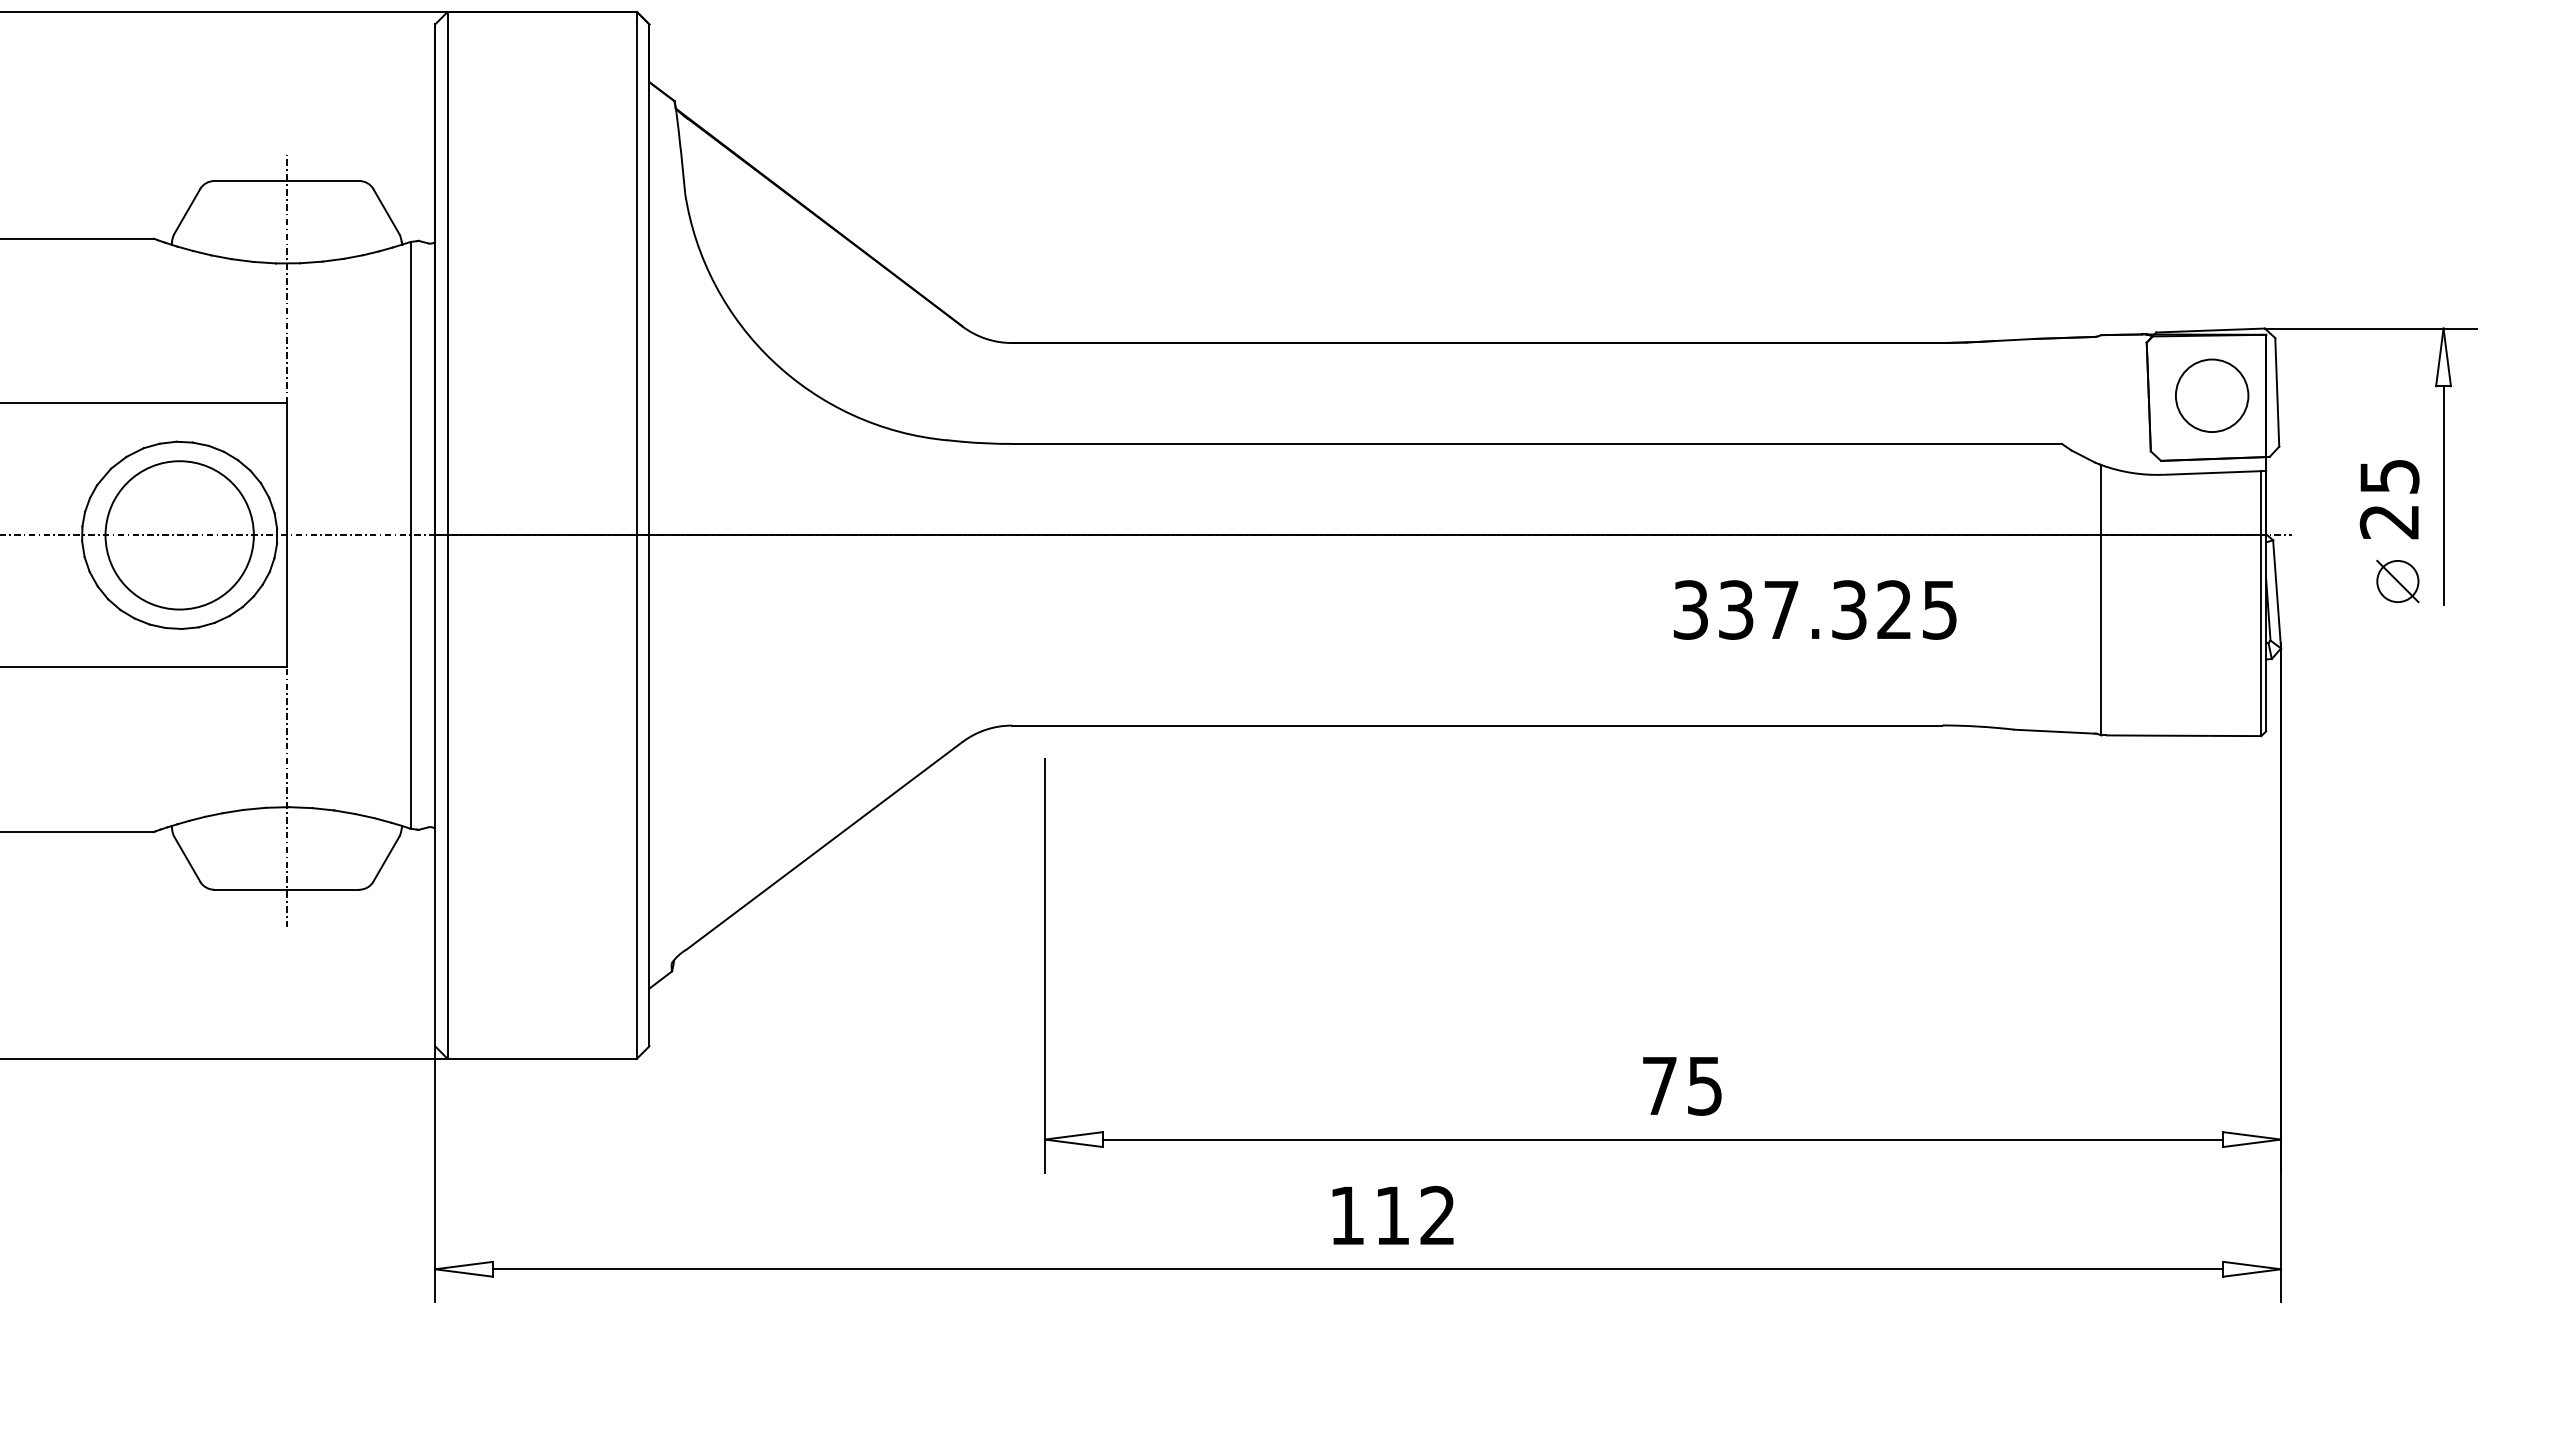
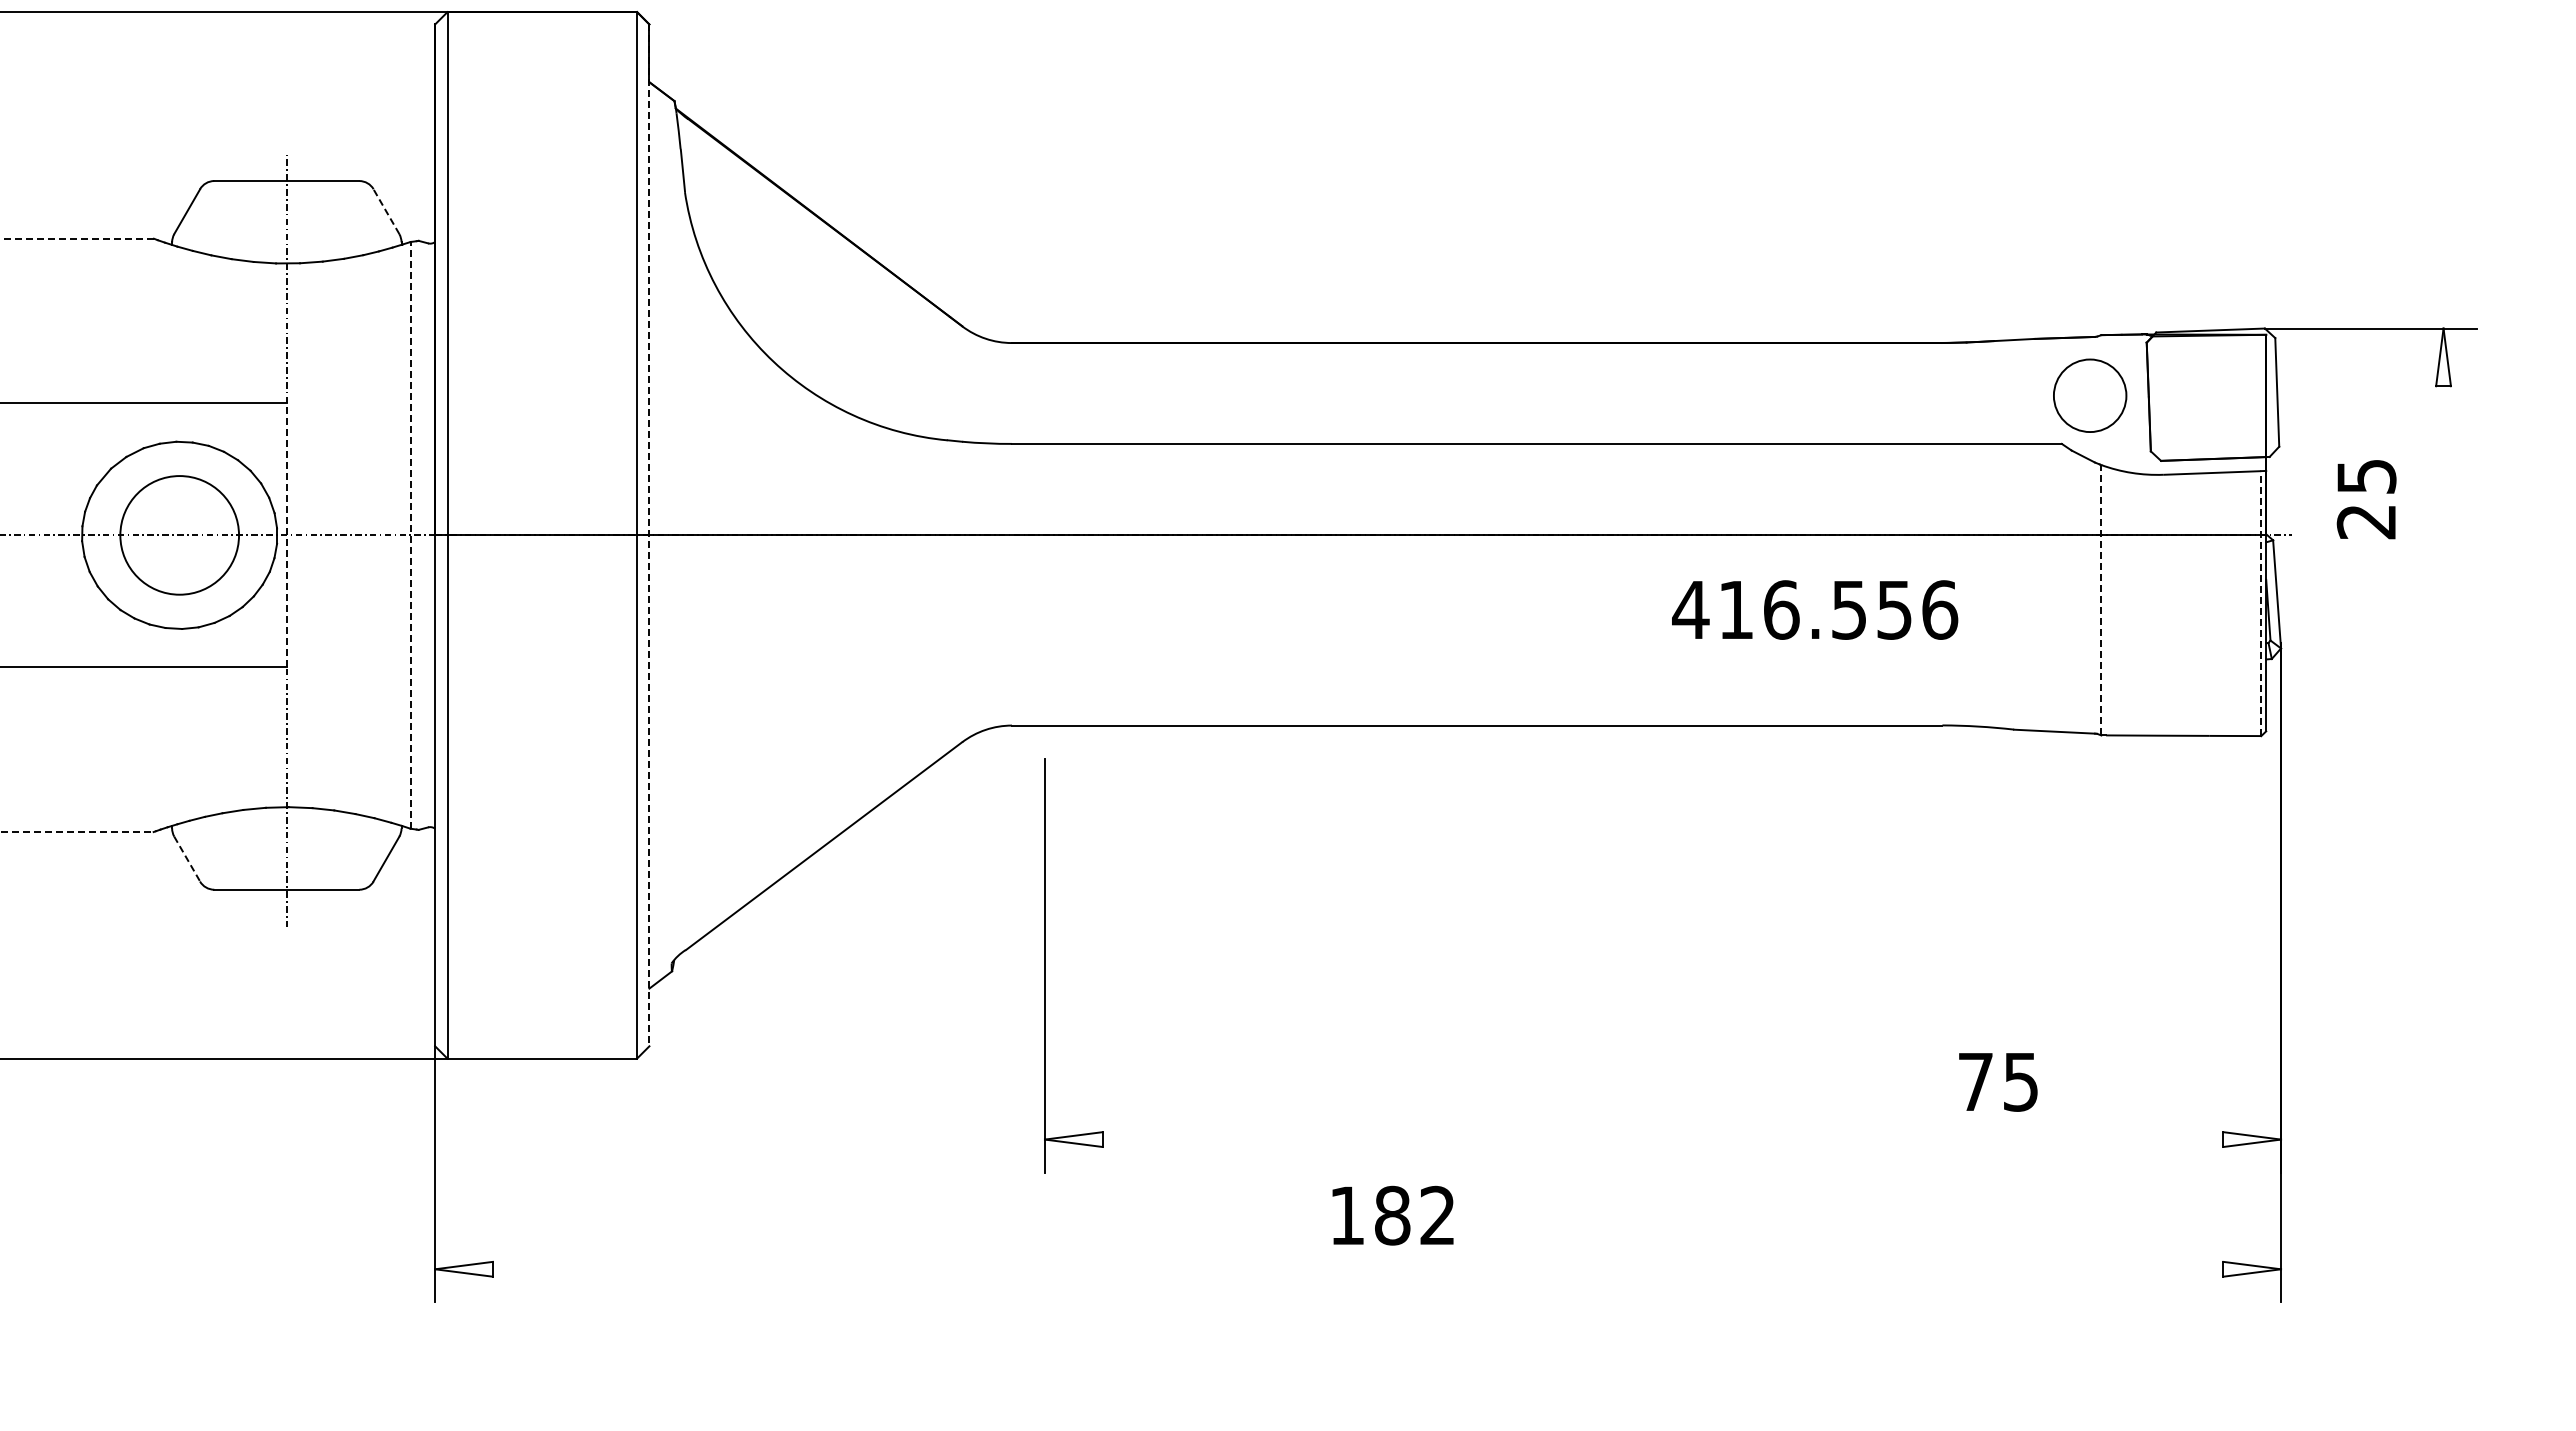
line at (386, 211): solid -> dashed
line at (77, 238): solid -> dashed
circle at (2212, 395) position: (2212, 395) -> (2090, 395)
line at (2443, 495): present -> none
text at (2389, 499) position: (2389, 499) -> (2366, 499)
line at (286, 534): solid -> dashed
line at (410, 534): solid -> dashed
circle at (179, 535) diameter: 148 px -> 119 px
line at (649, 535): solid -> dashed
part at (2397, 581): present -> none
line at (2101, 599): solid -> dashed
line at (2261, 603): solid -> dashed
text at (1815, 609): 337.325 -> 416.556
line at (76, 832): solid -> dashed
line at (187, 859): solid -> dashed
text at (1682, 1086) position: (1682, 1086) -> (1998, 1082)
line at (1662, 1139): present -> none
text at (1392, 1215): 112 -> 182
line at (1357, 1269): present -> none
